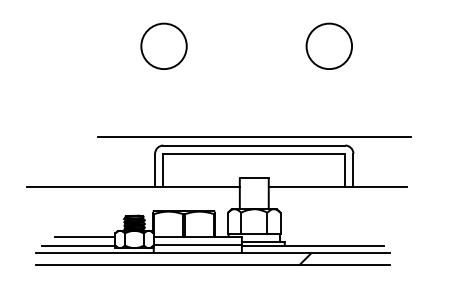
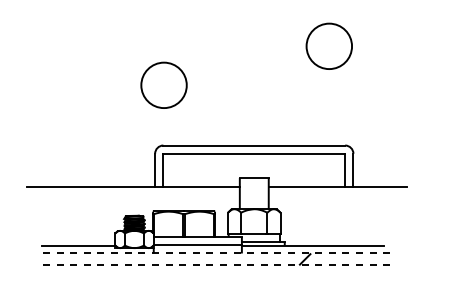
circle at (163, 45) position: (163, 45) -> (163, 84)
line at (253, 137): present -> none
line at (84, 236): present -> none
line at (212, 253): solid -> dashed
line at (212, 265): solid -> dashed
